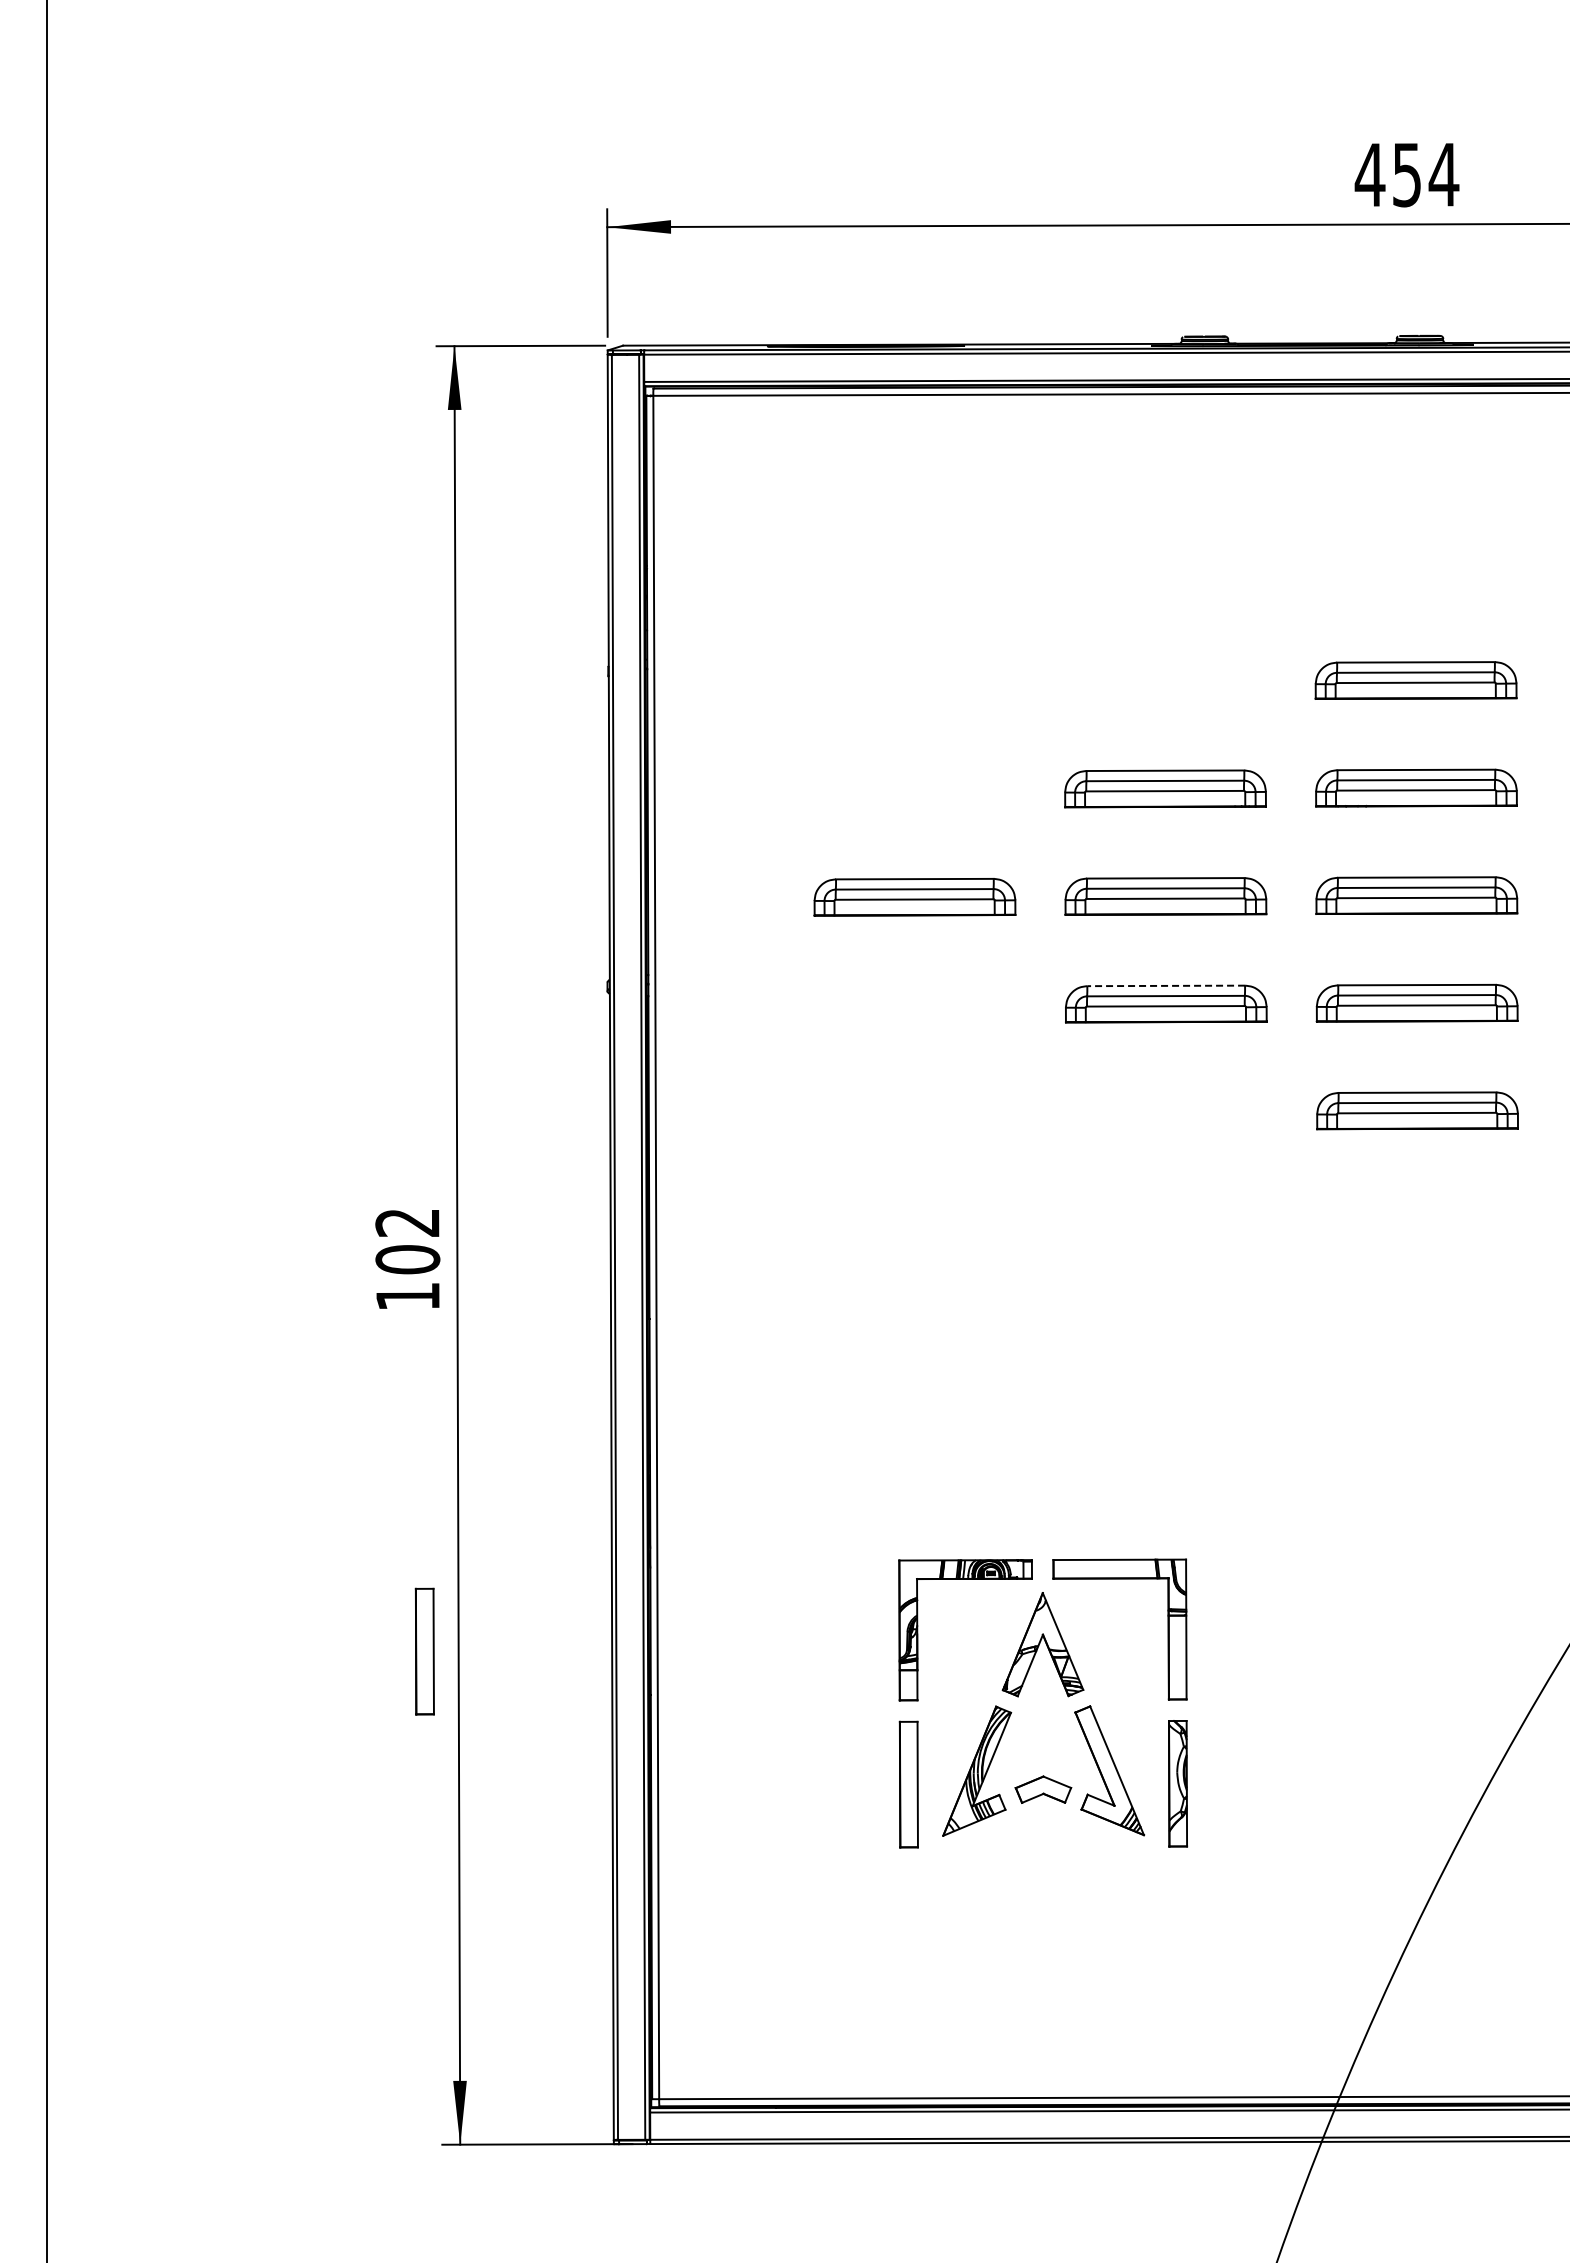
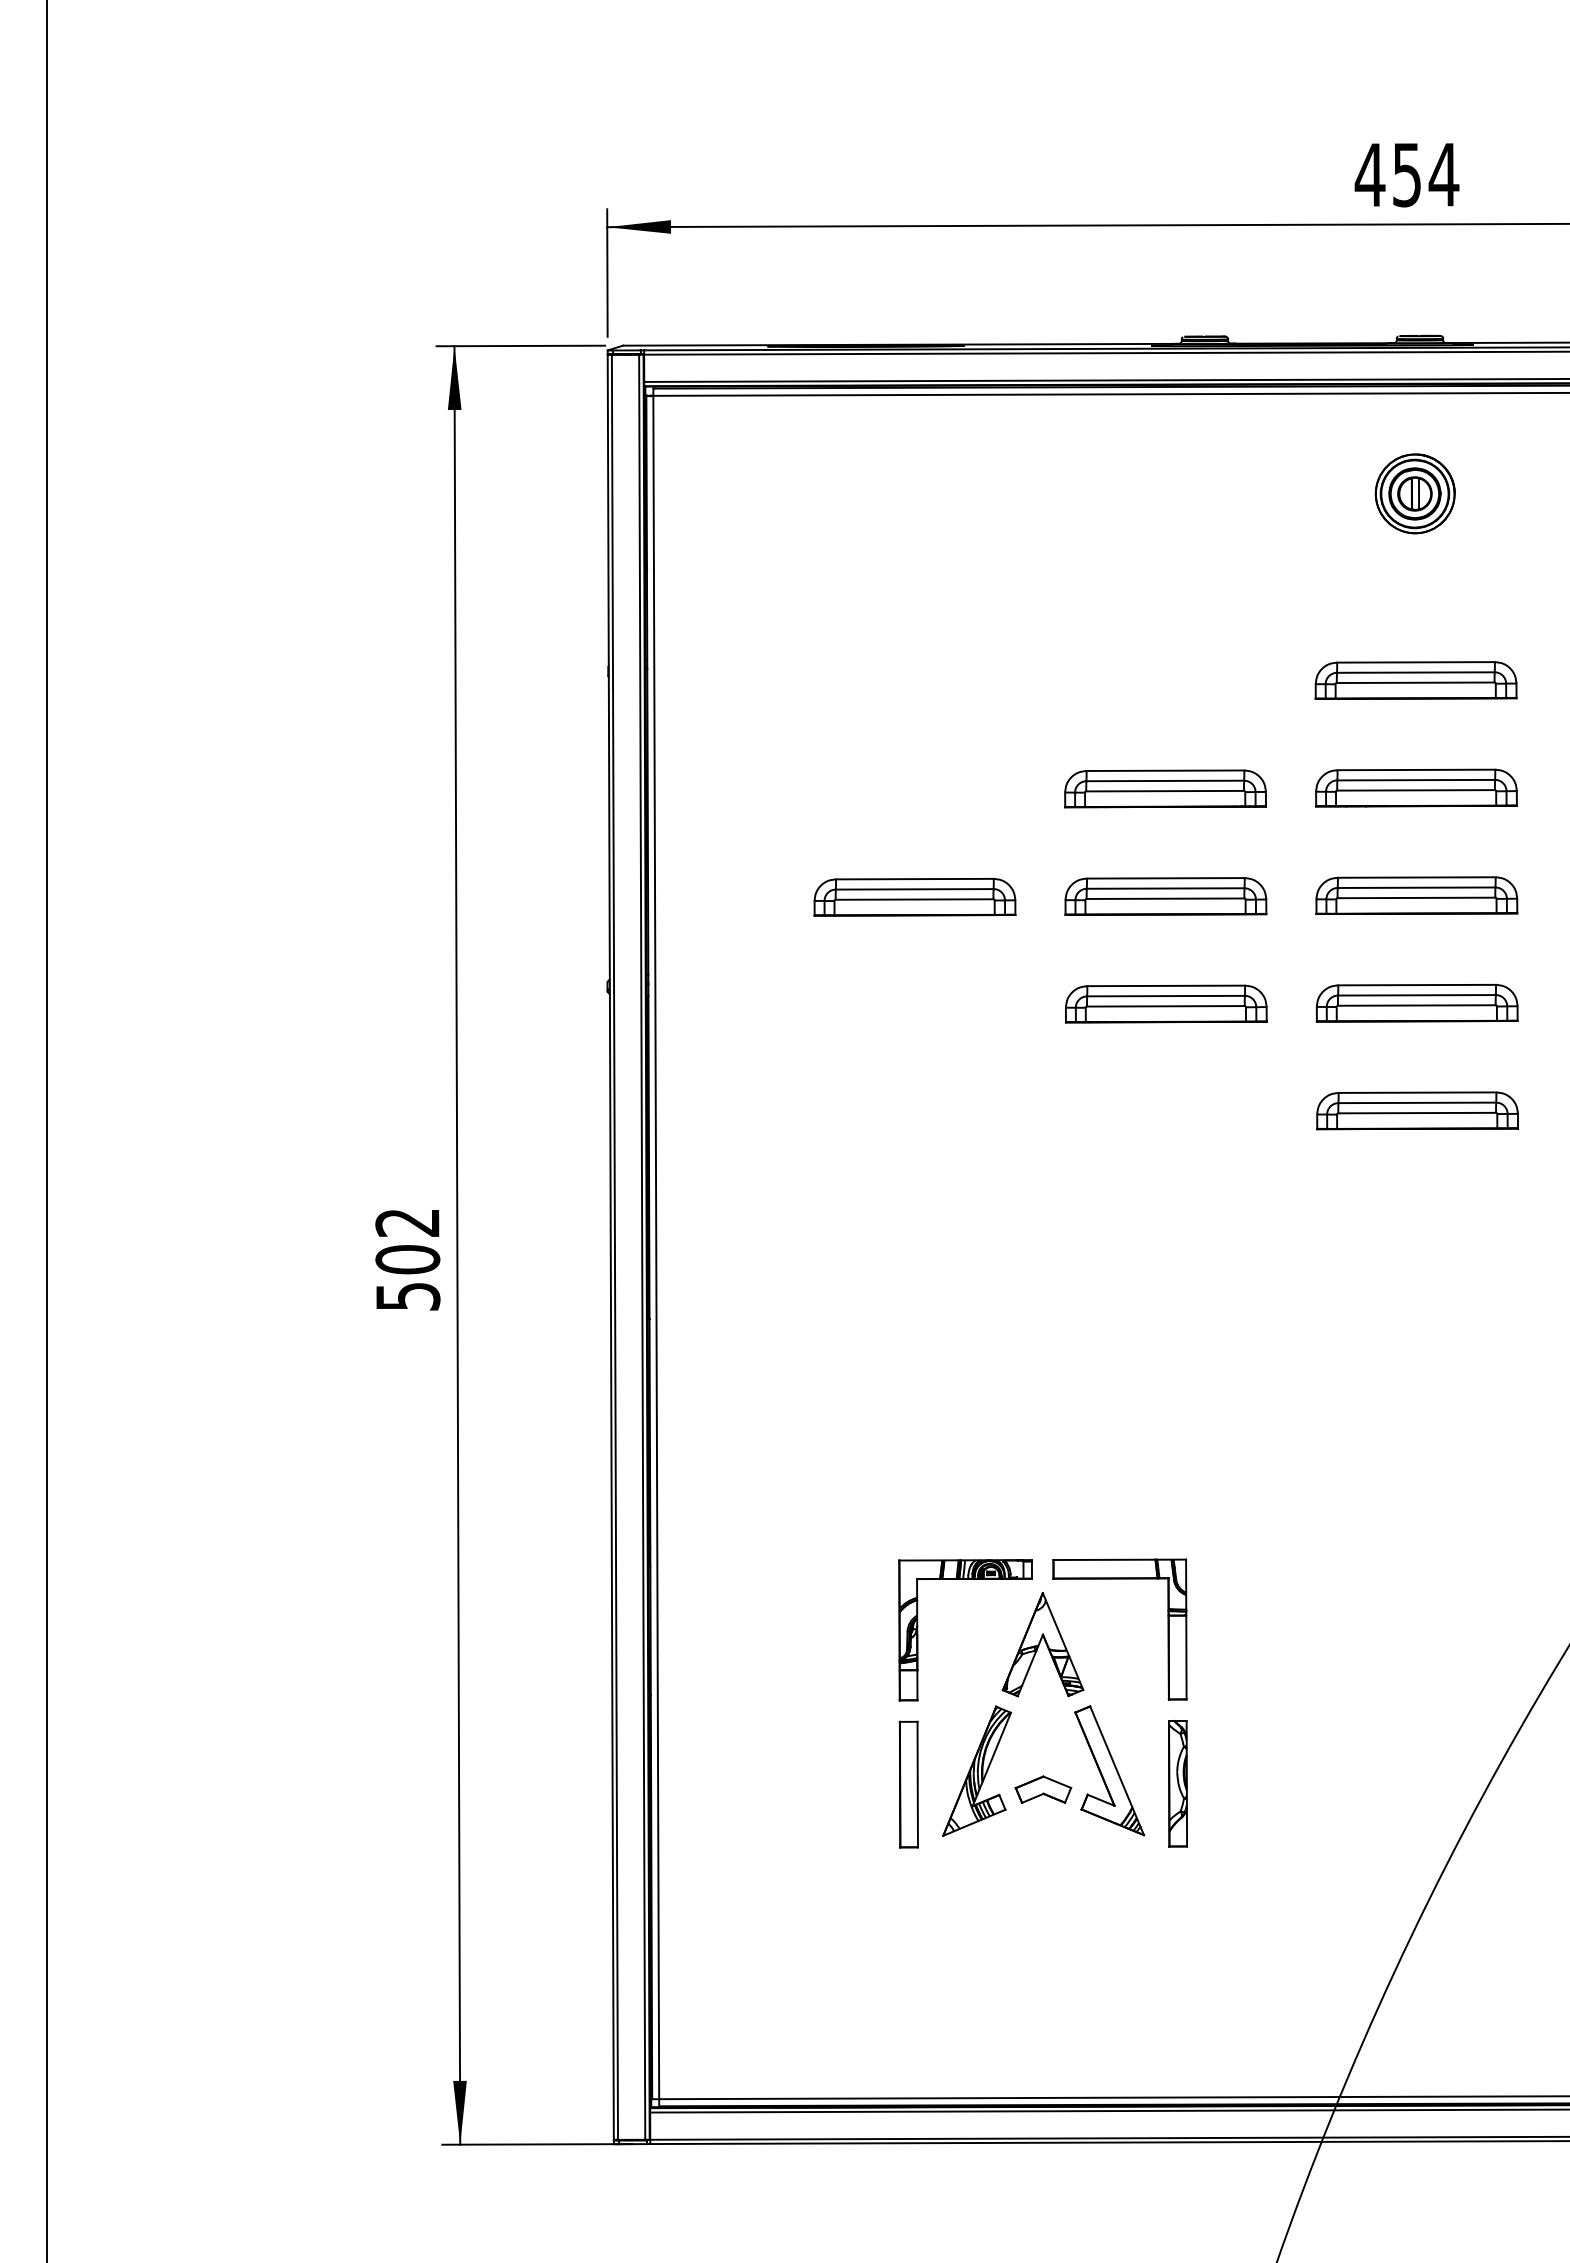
part at (1414, 493): none -> present
line at (1166, 985): dashed -> solid
text at (408, 1296): 102 -> 502
part at (424, 1651): present -> none
